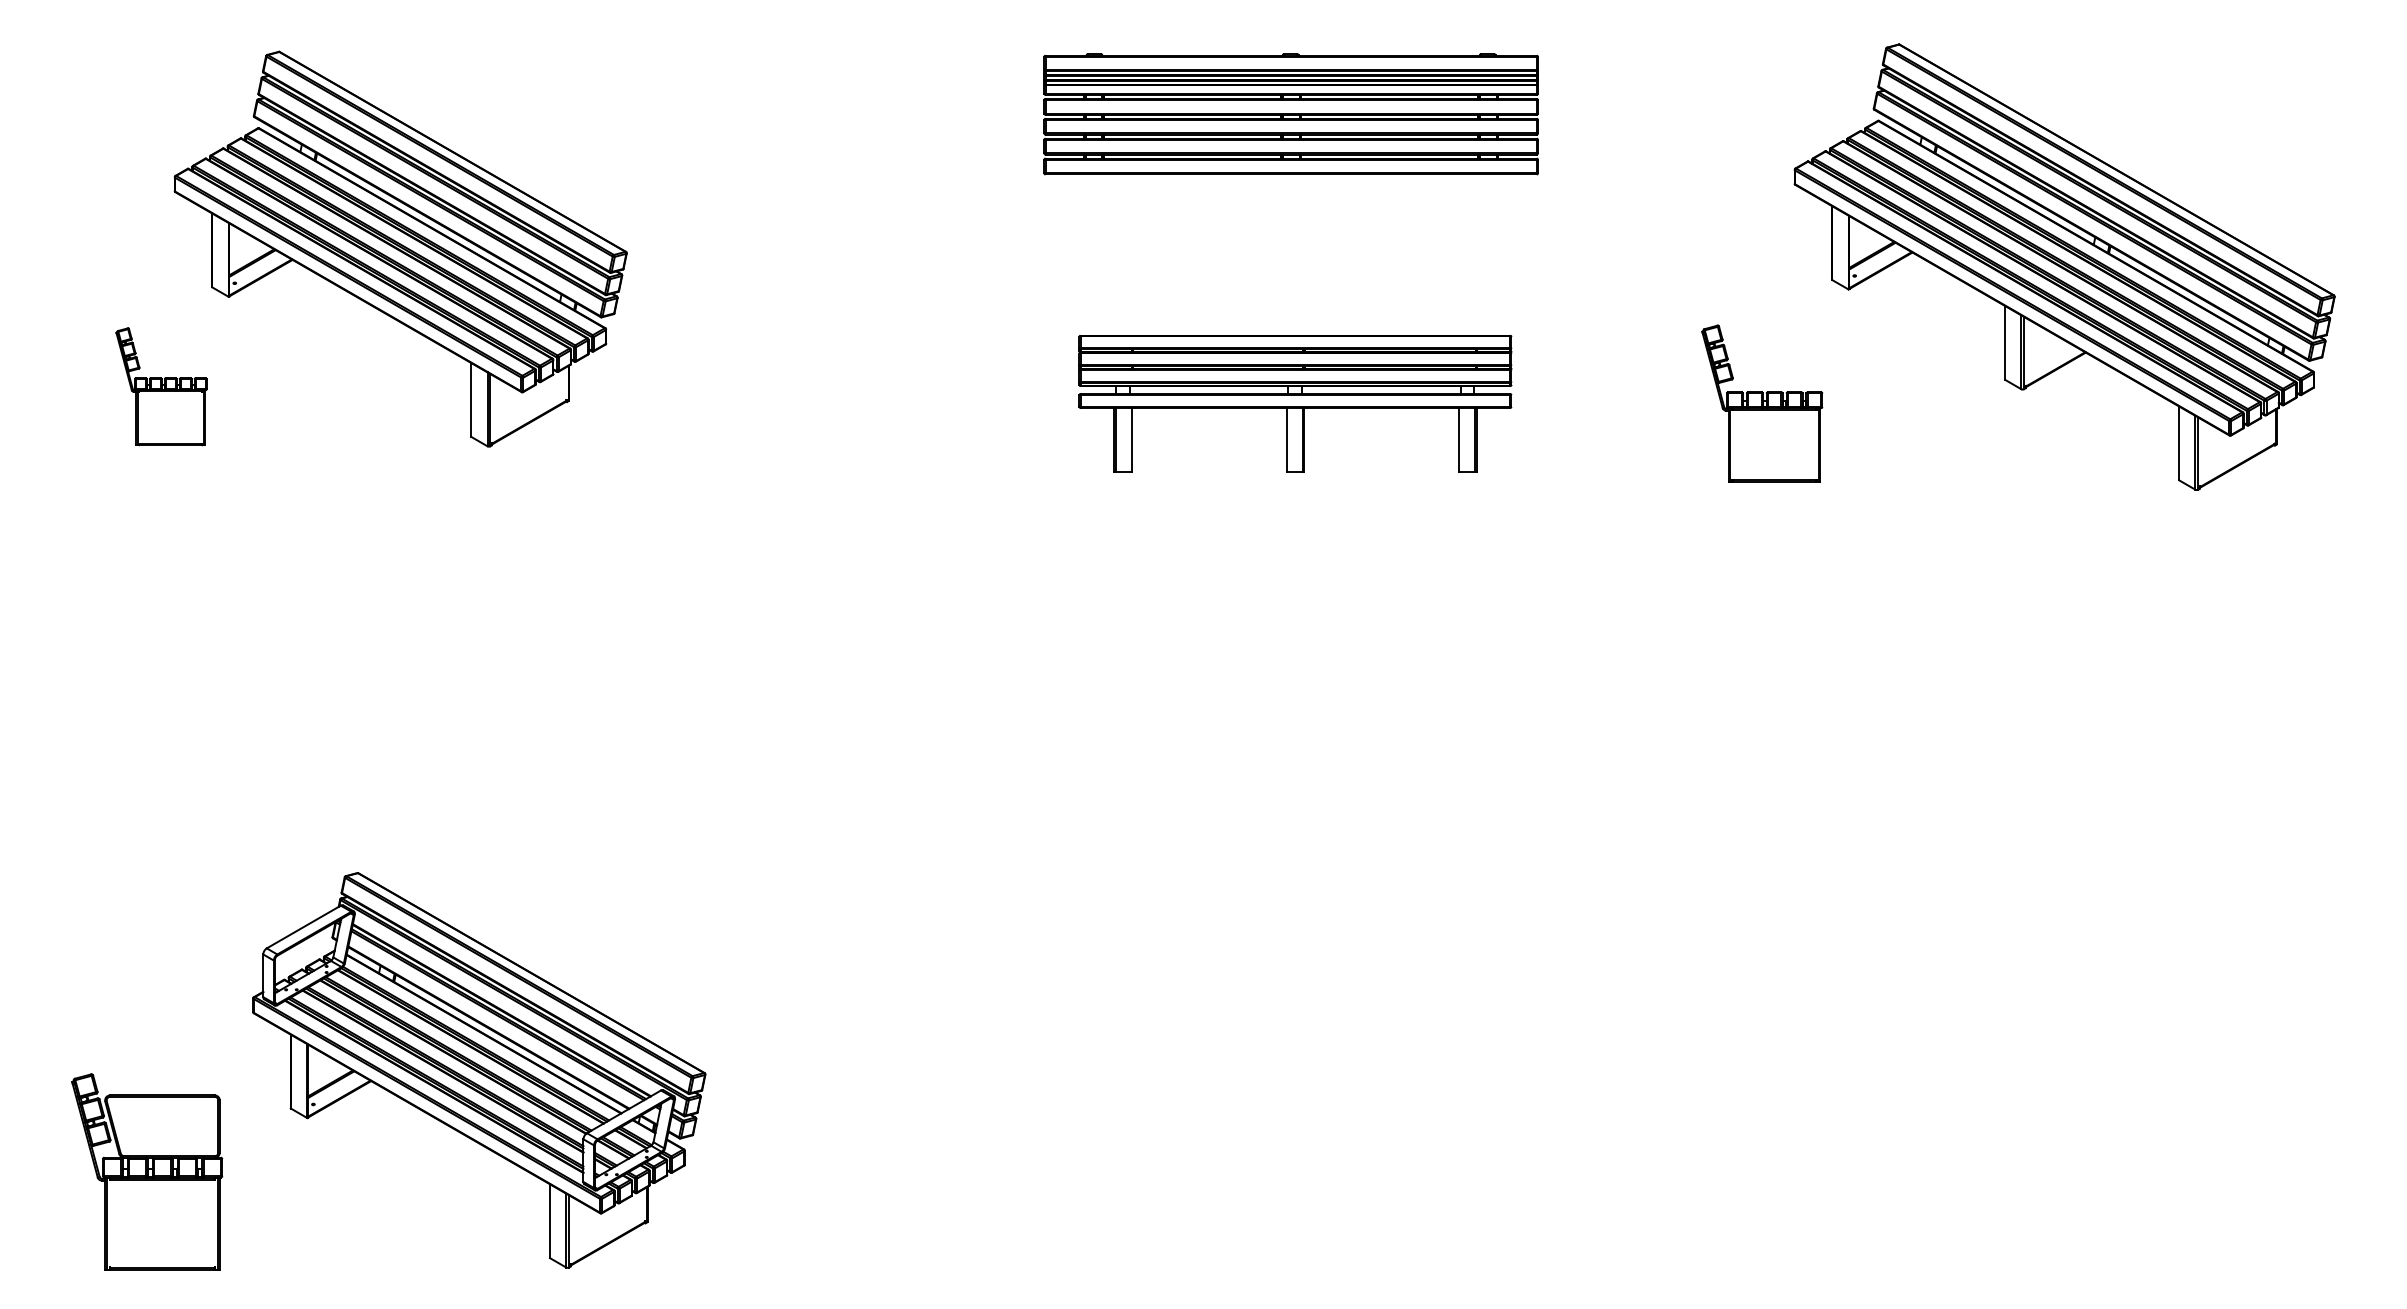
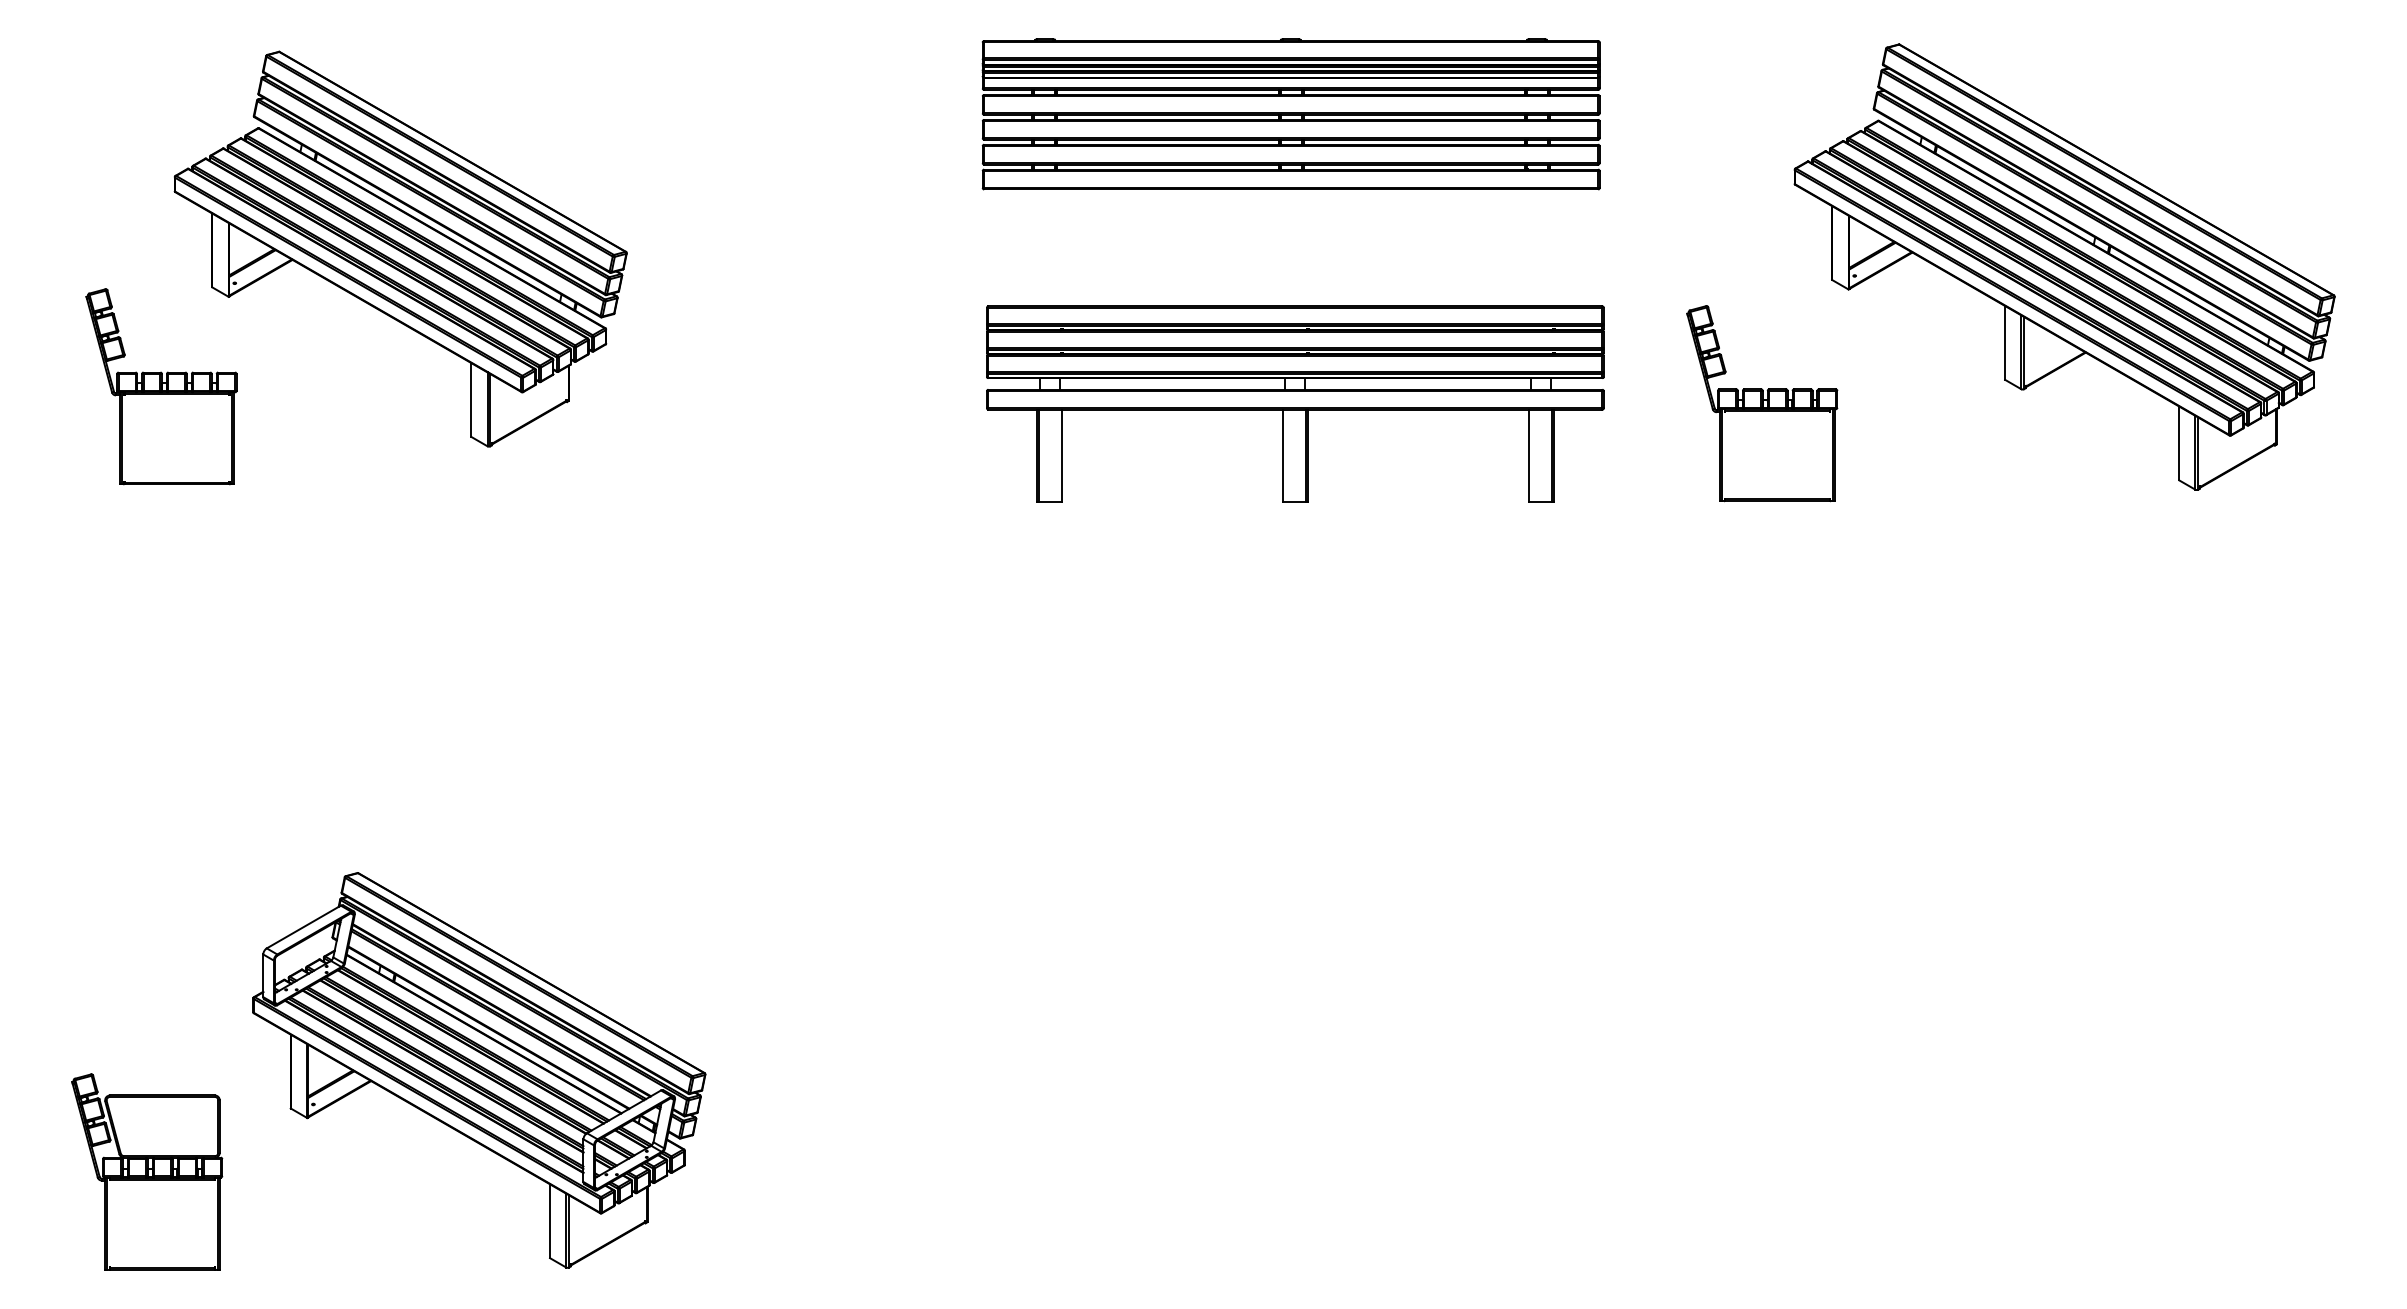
part at (1290, 114) size: 496x123 px -> 620x153 px
part at (161, 386) size: 93x120 px -> 153x198 px
part at (1295, 403) size: 435x138 px -> 619x198 px
part at (1762, 403) size: 123x159 px -> 153x198 px
